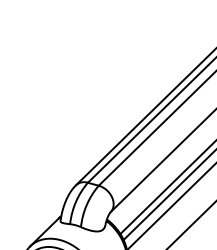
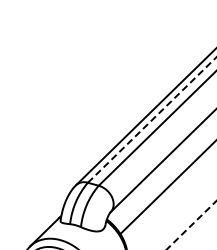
line at (152, 120): solid -> dashed
line at (168, 195): present -> none
line at (171, 205): present -> none
line at (191, 224): solid -> dashed
